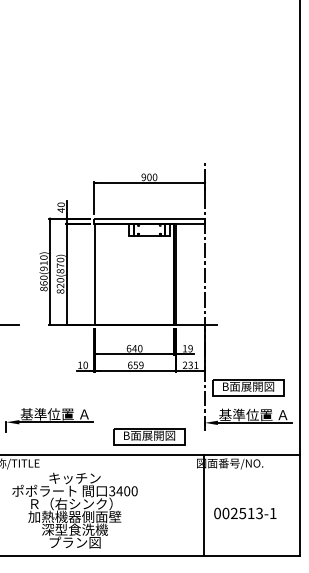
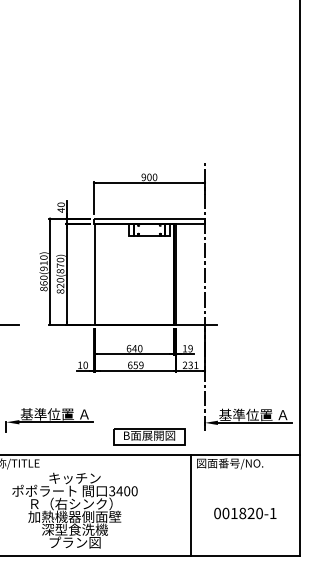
part at (248, 387): present -> none
line at (204, 505) position: (204, 505) -> (191, 505)
text at (246, 513): 002513-1 -> 001820-1
